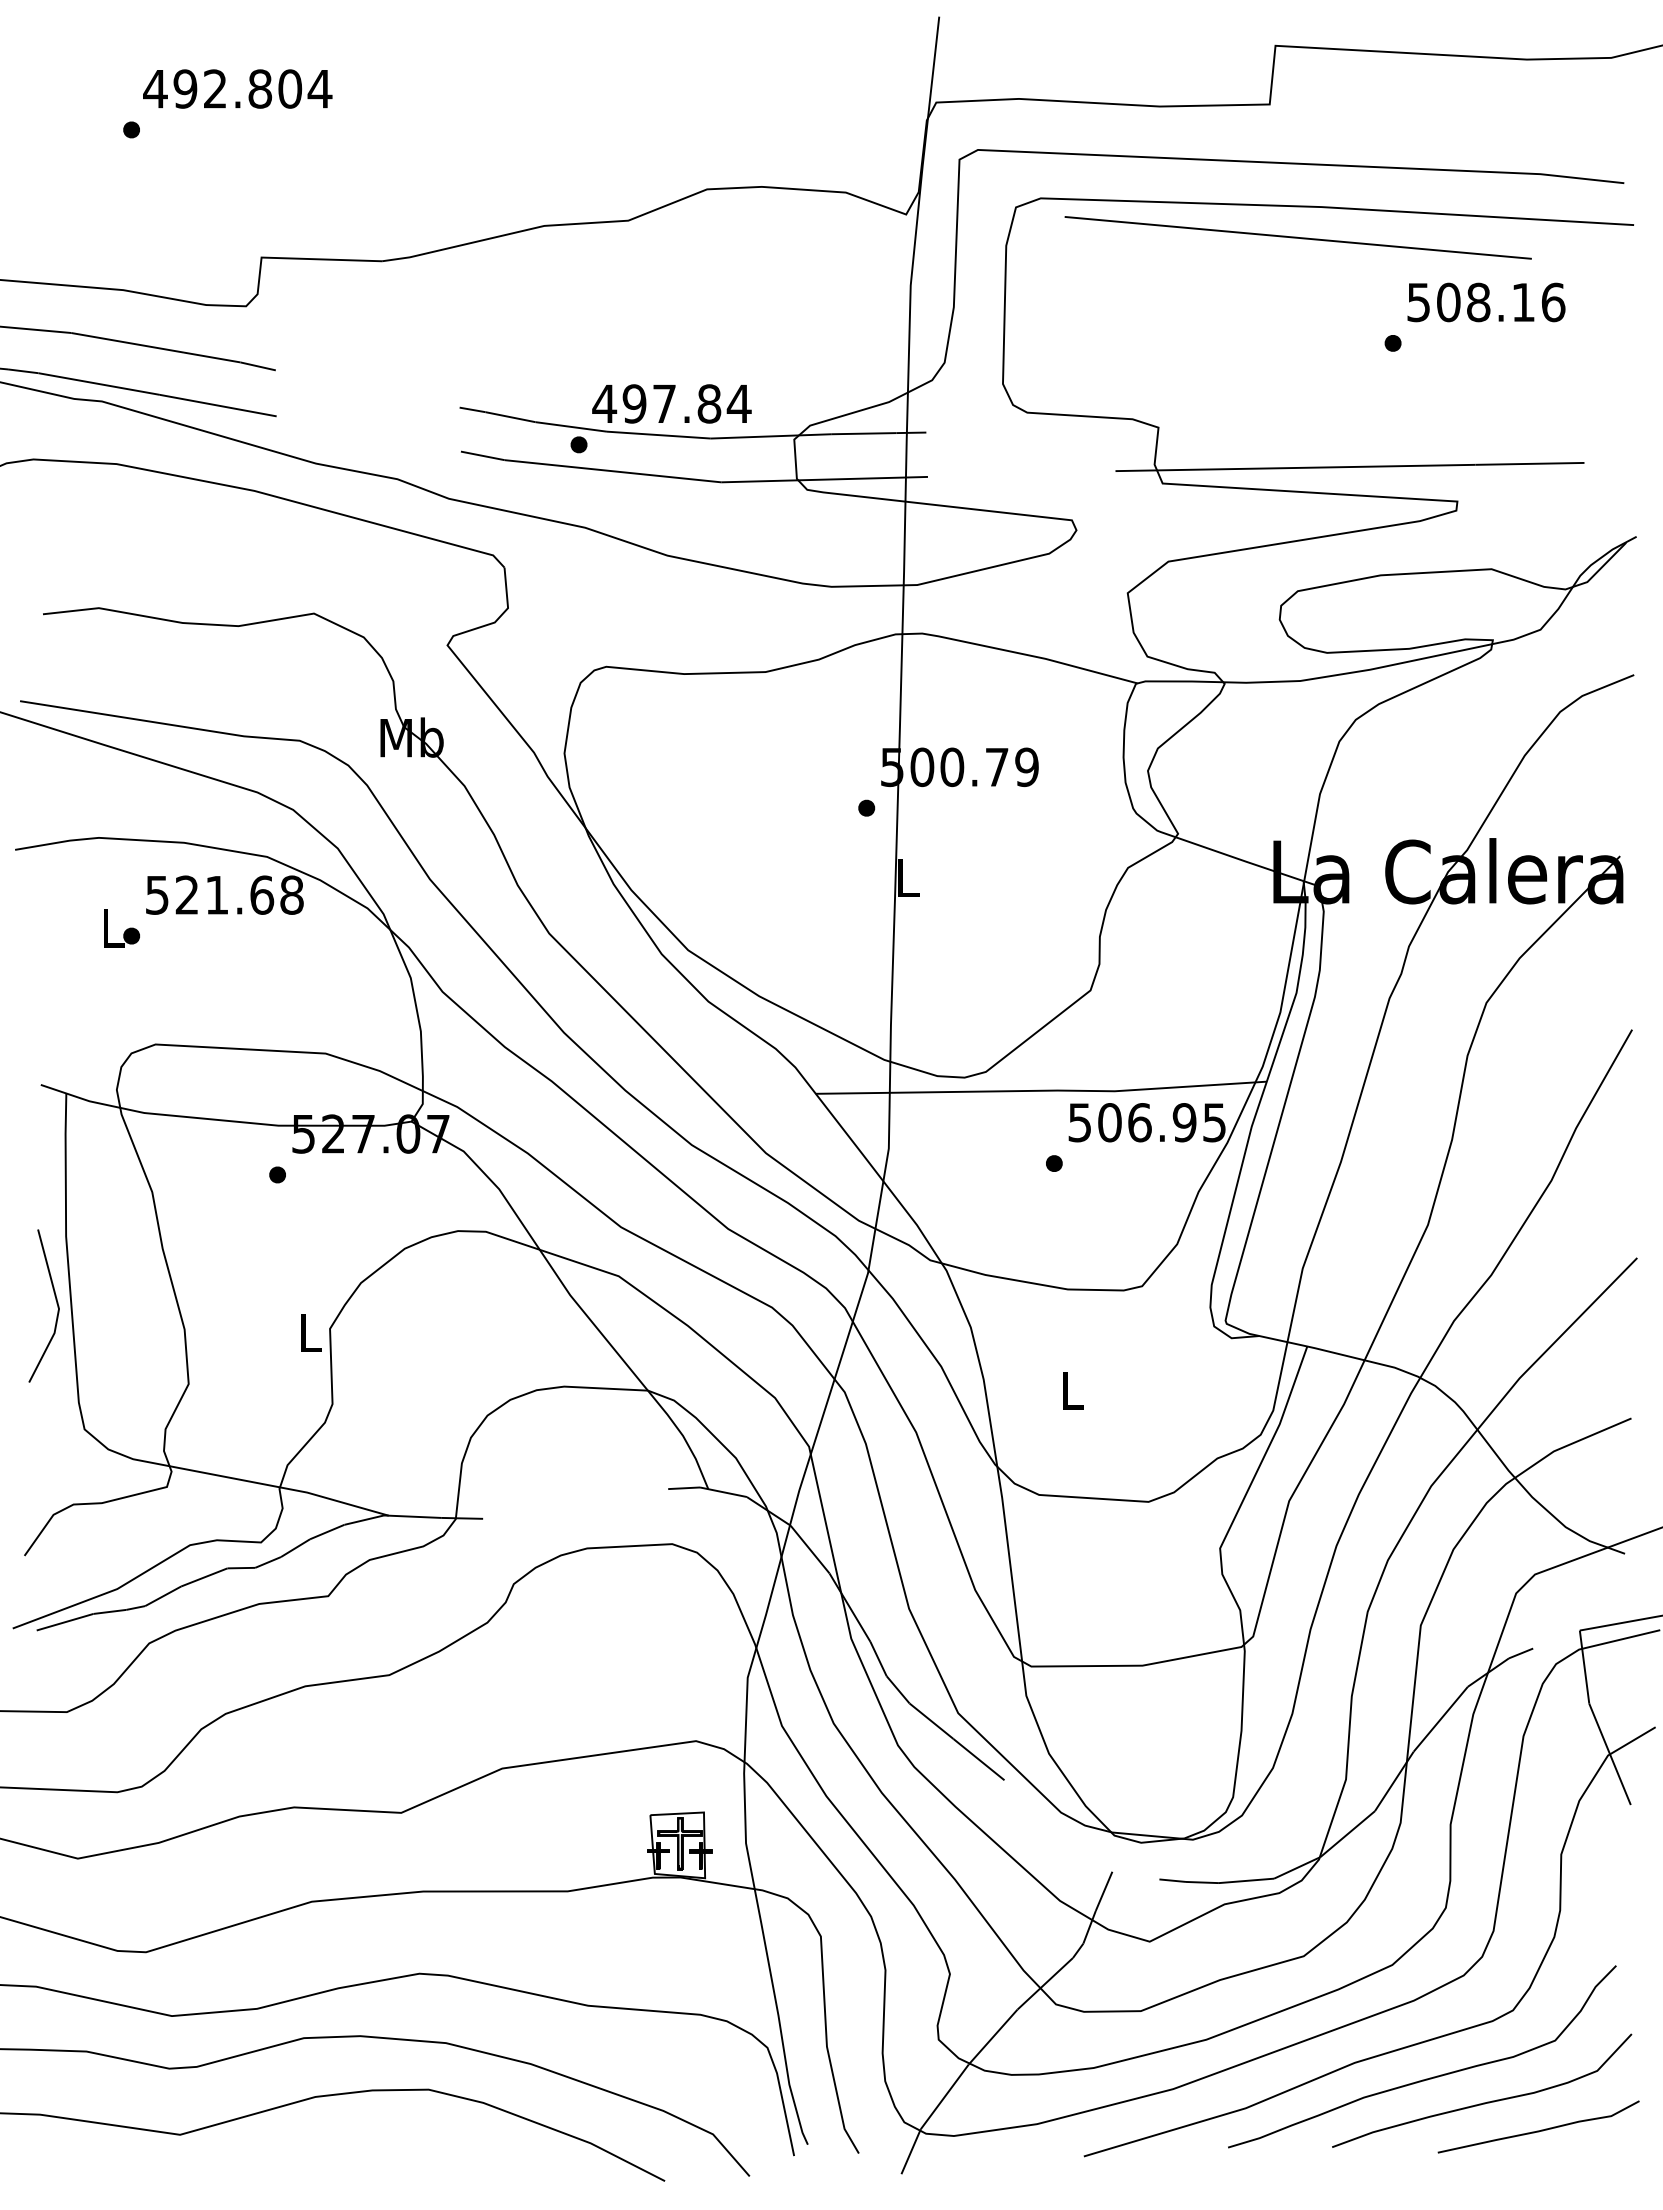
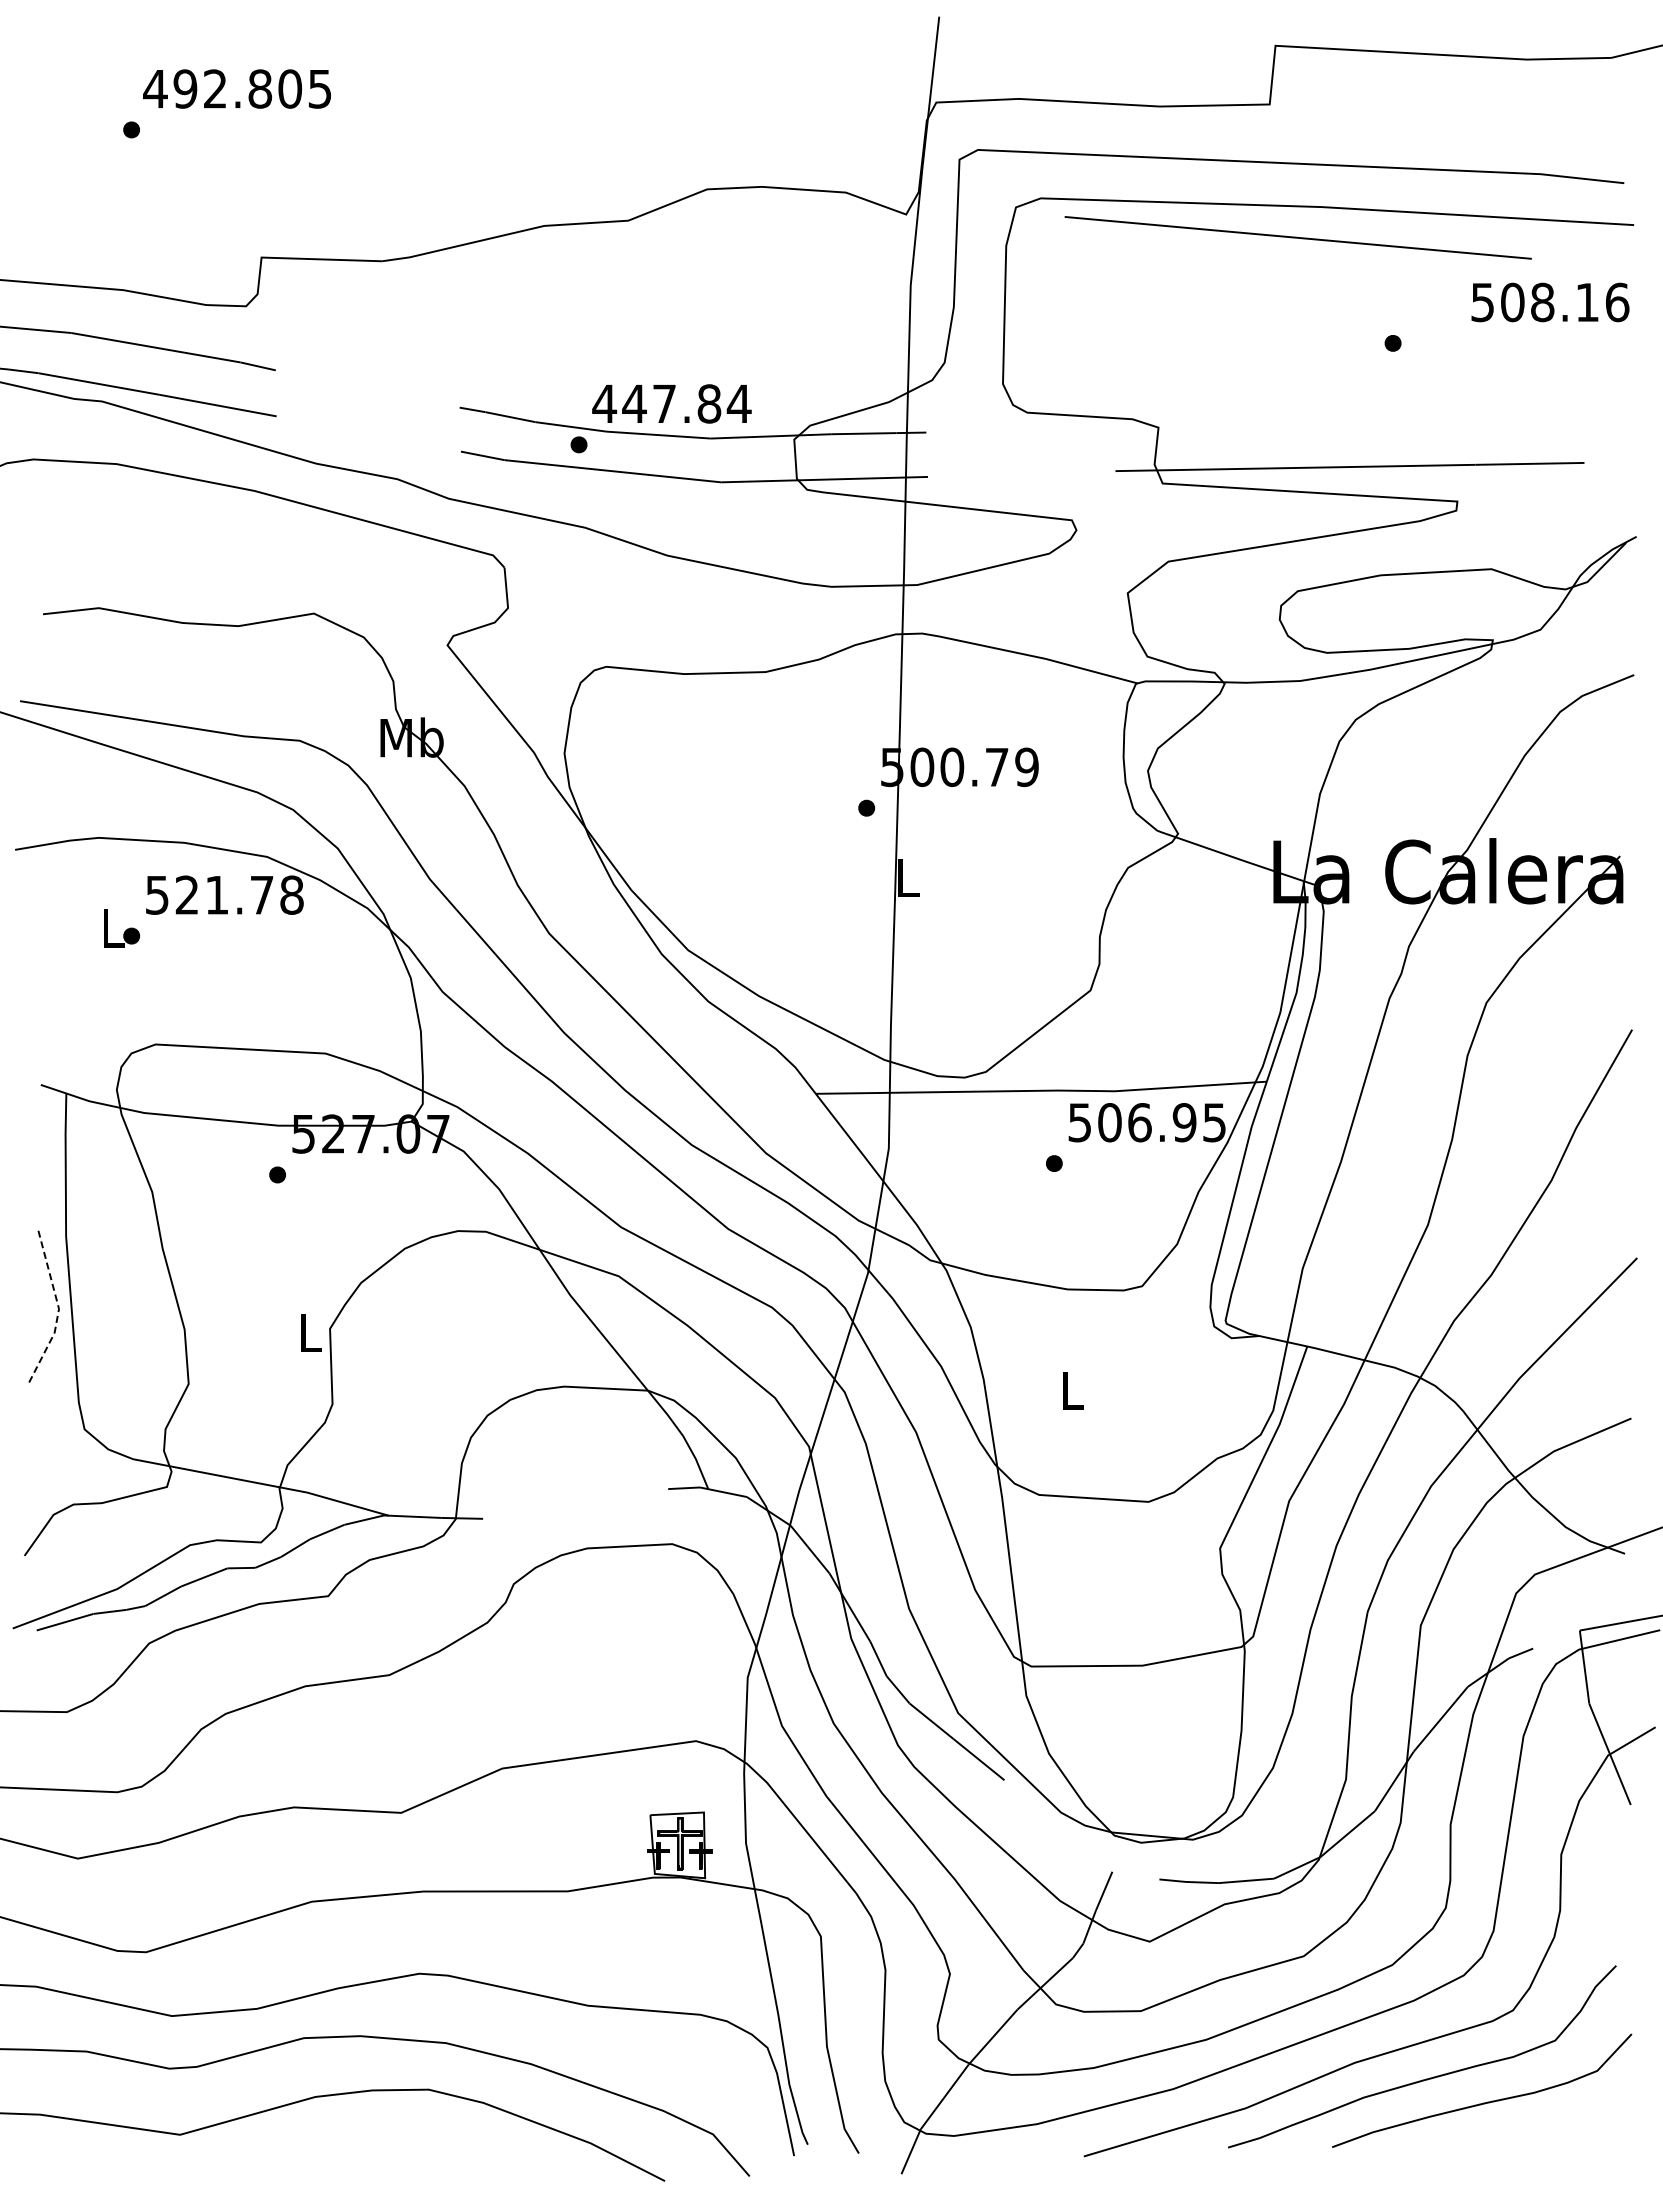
text at (319, 89): 492.804 -> 492.805
text at (1486, 302) position: (1486, 302) -> (1550, 302)
text at (634, 403): 497.84 -> 447.84
text at (262, 894): 521.68 -> 521.78
line at (59, 1308): solid -> dashed
curve at (1538, 2130): present -> none
